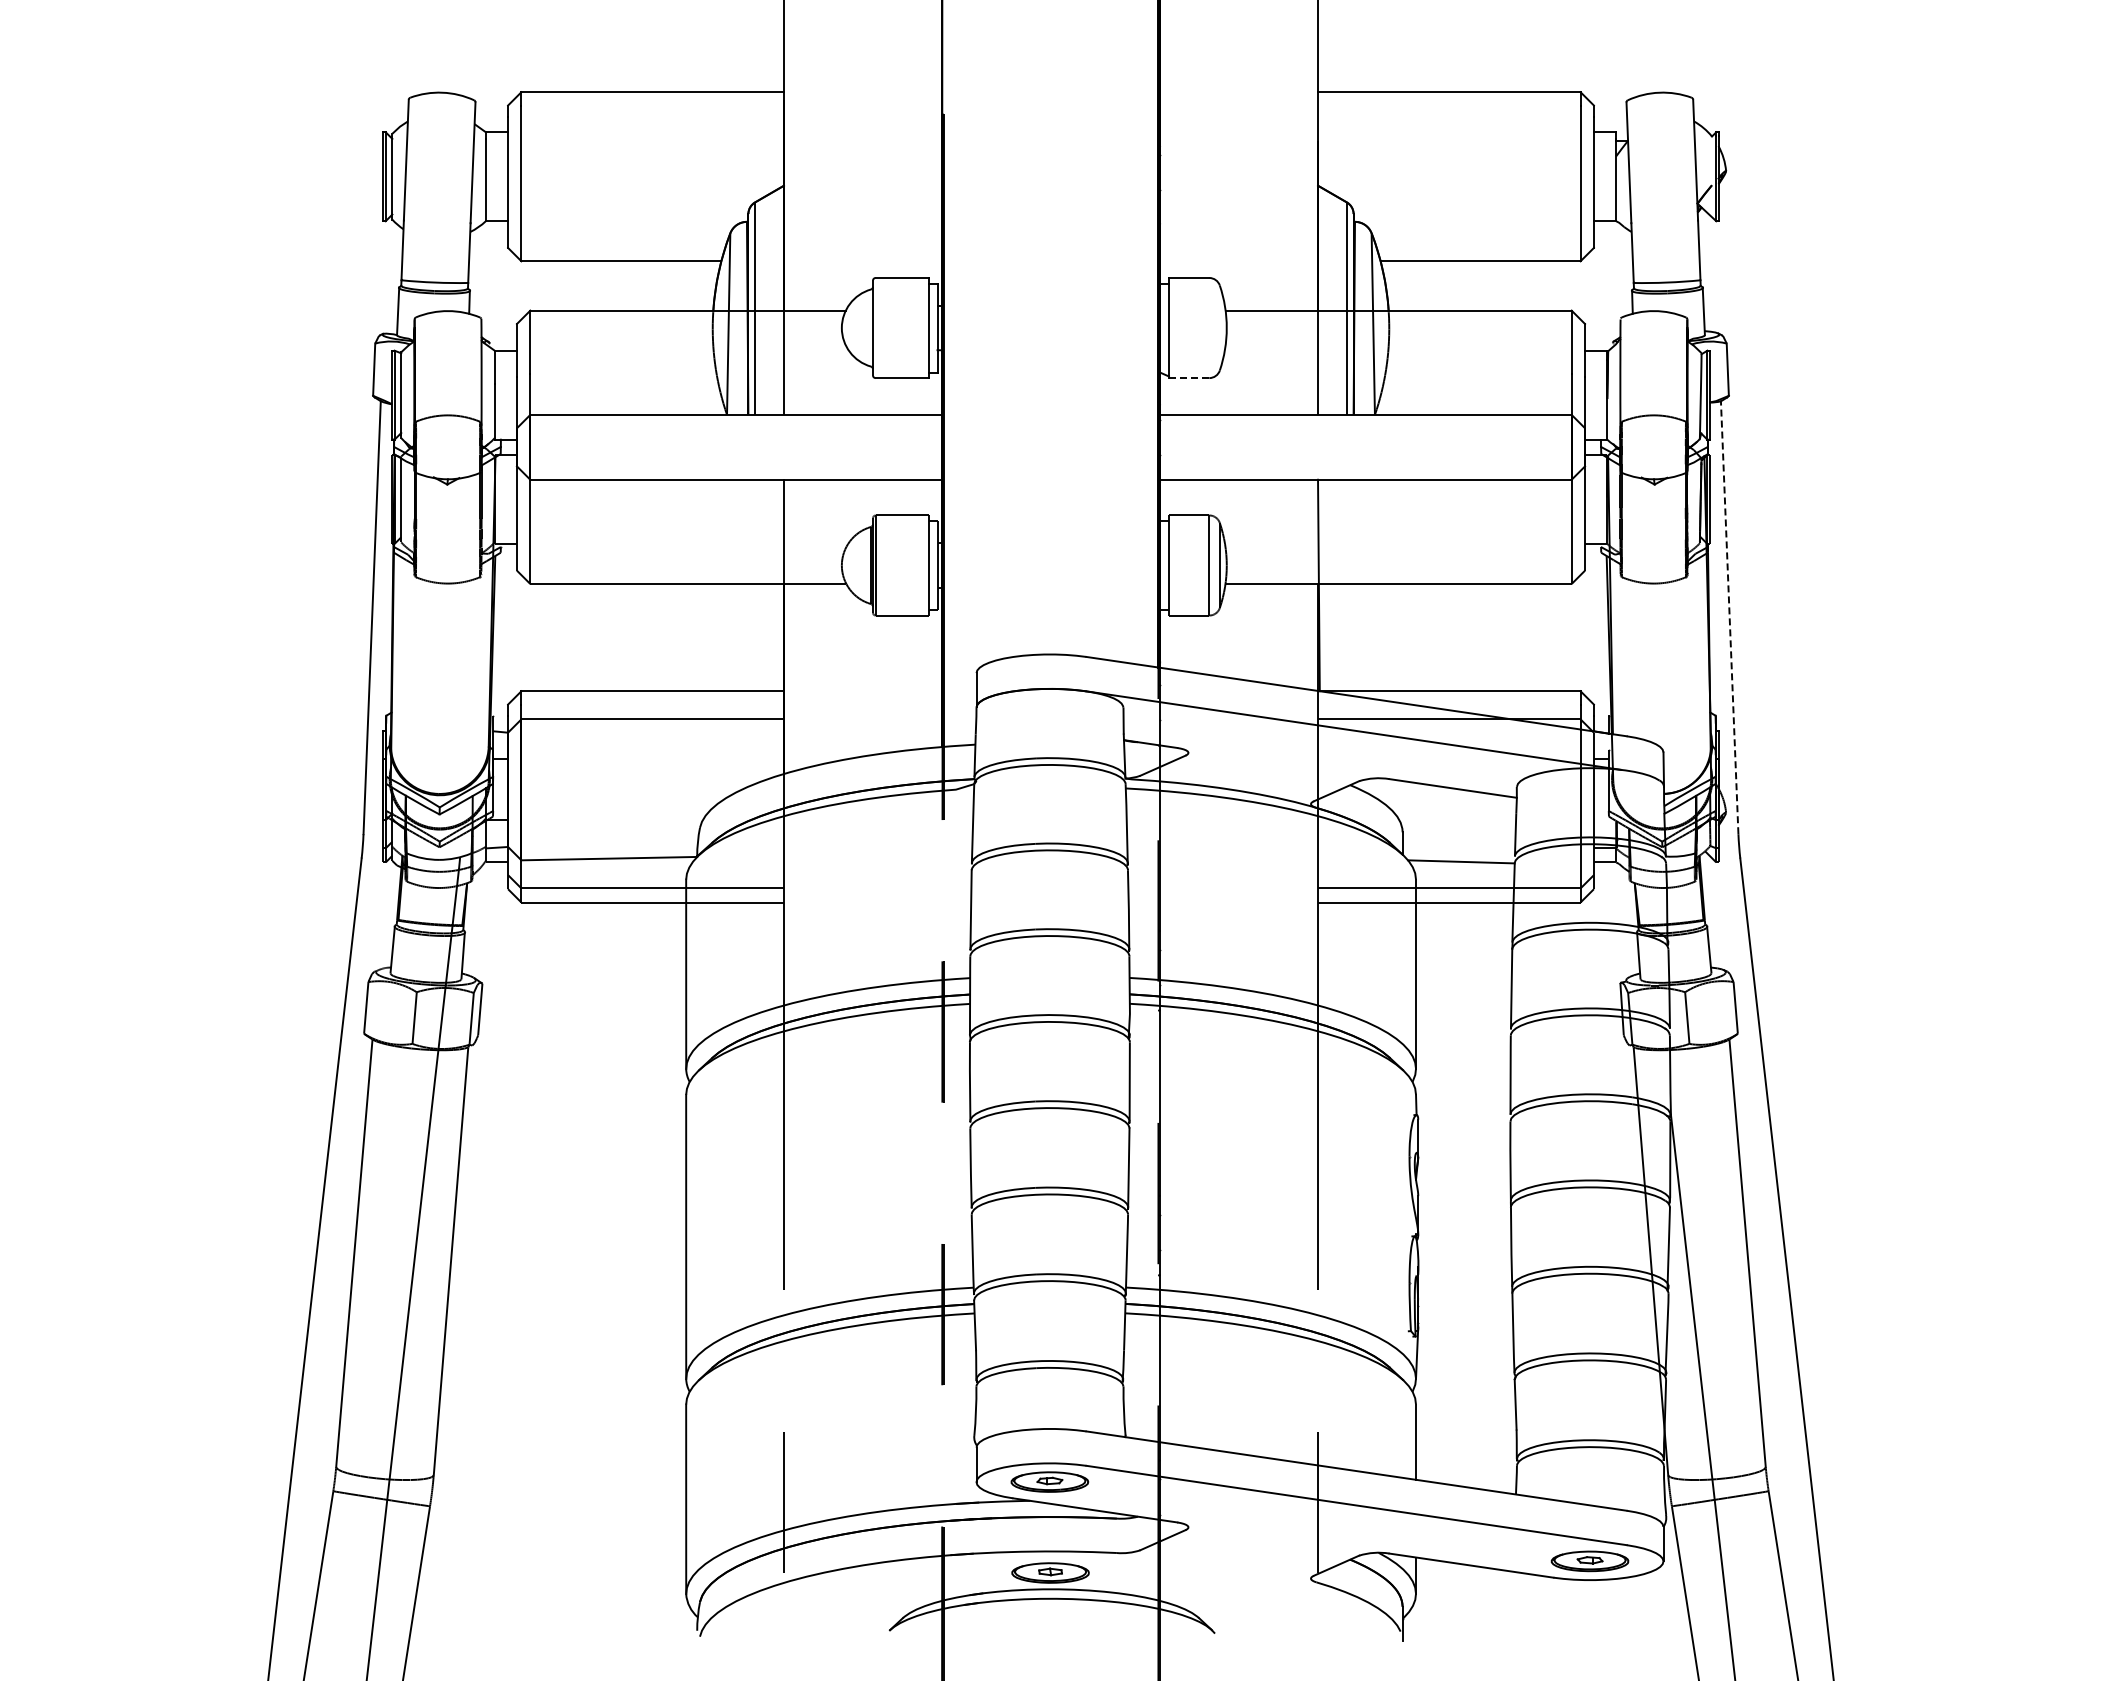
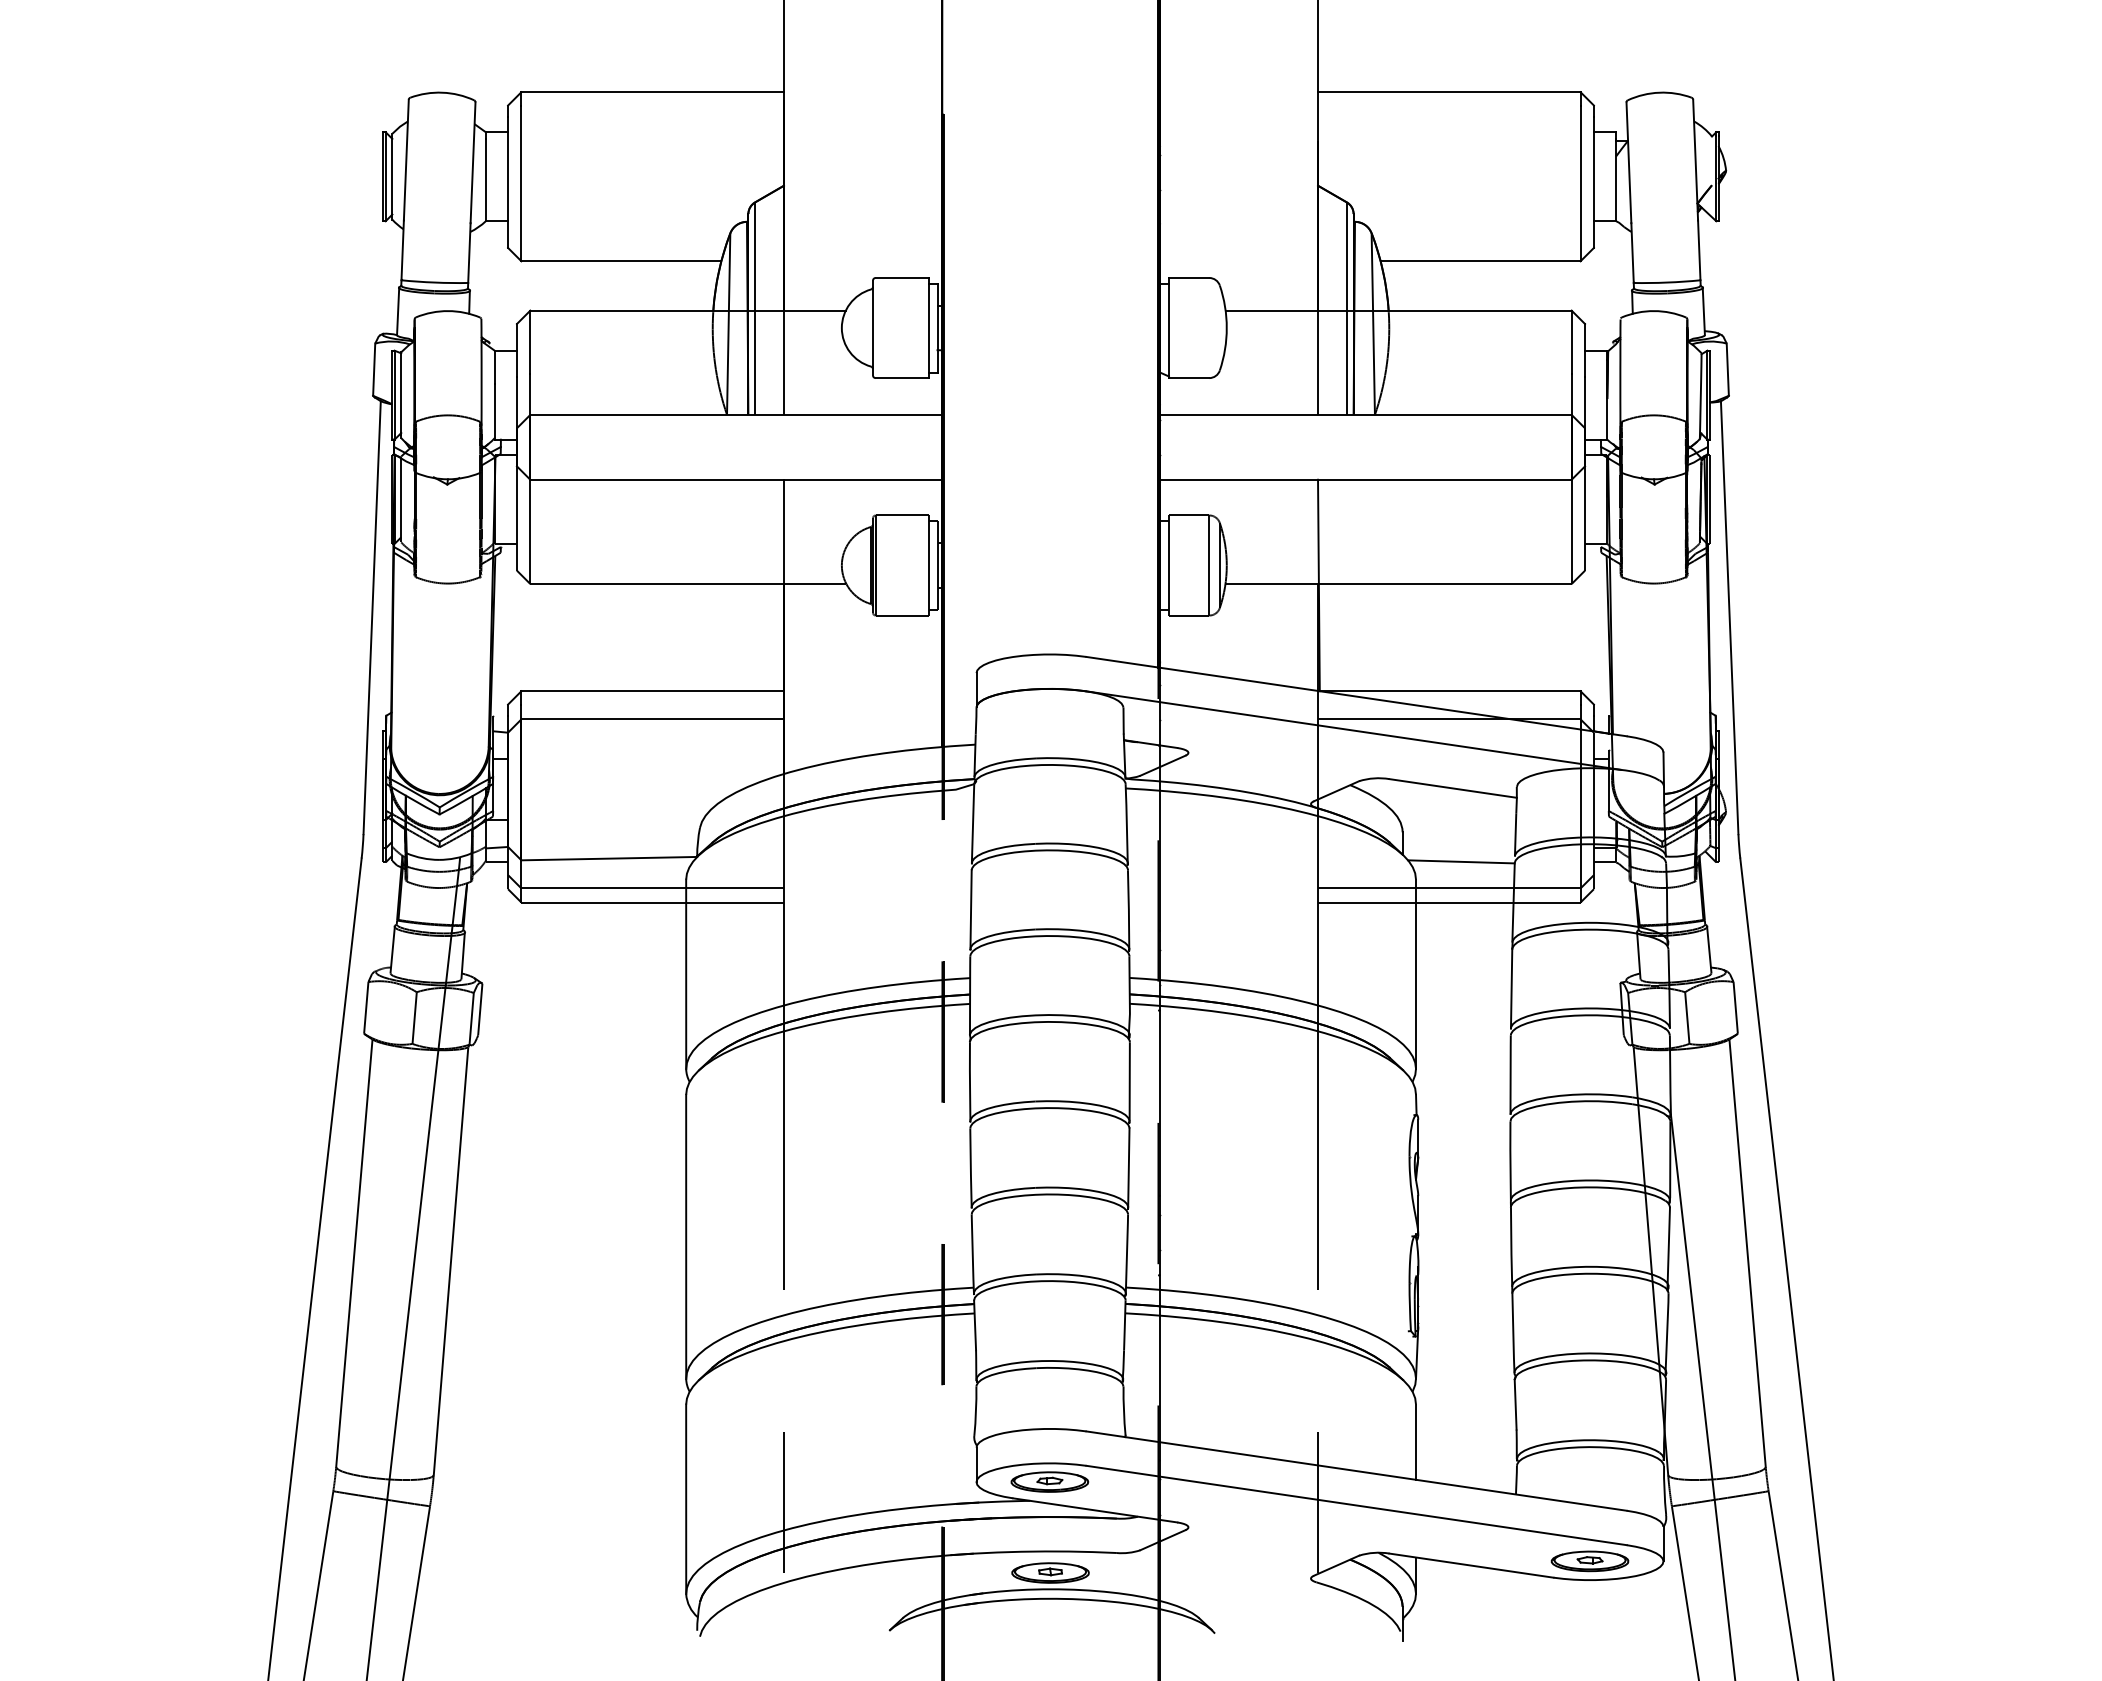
line at (1189, 378): dashed -> solid
line at (1729, 617): dashed -> solid
